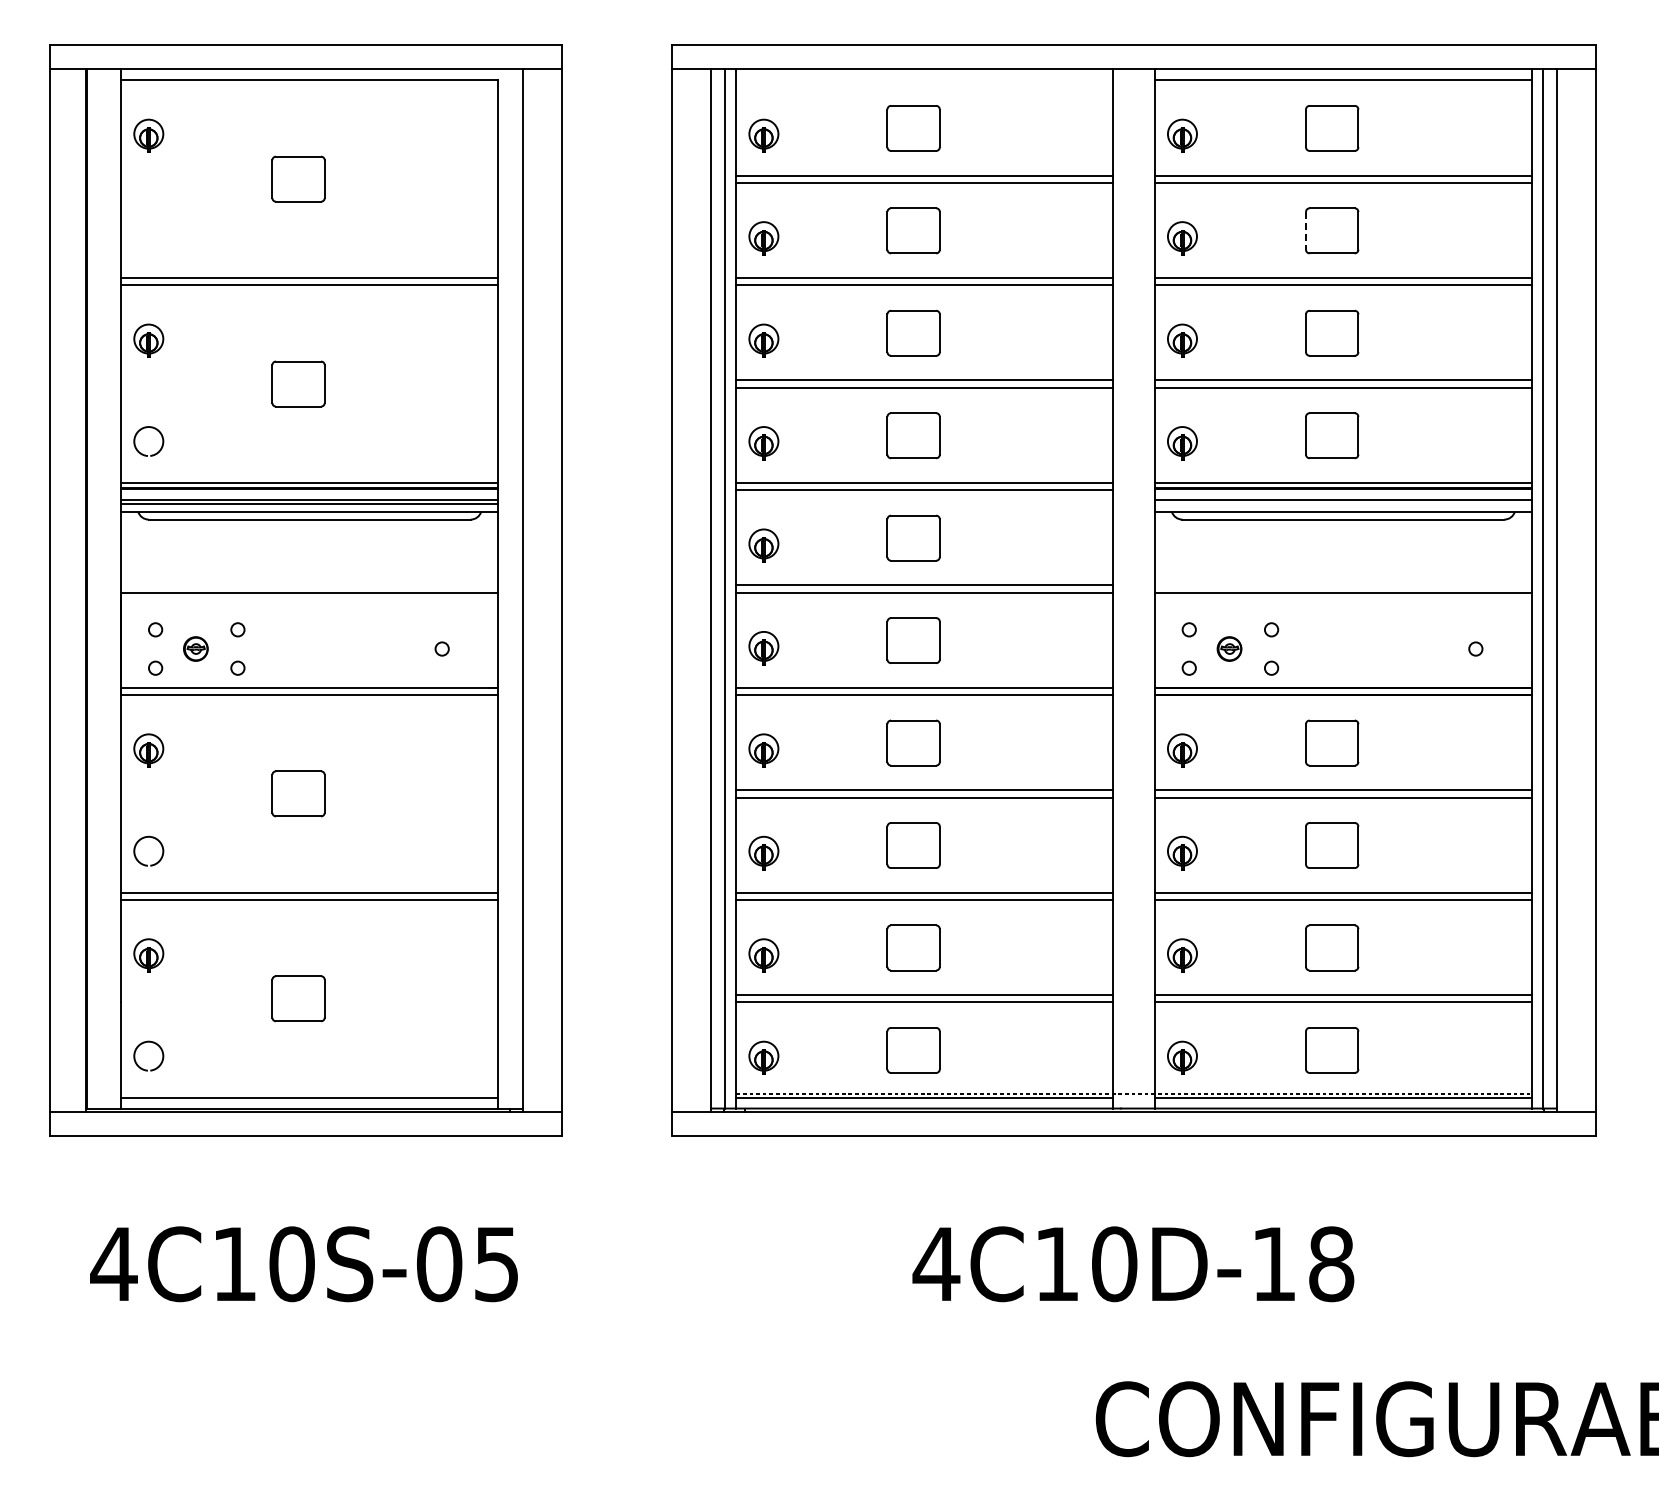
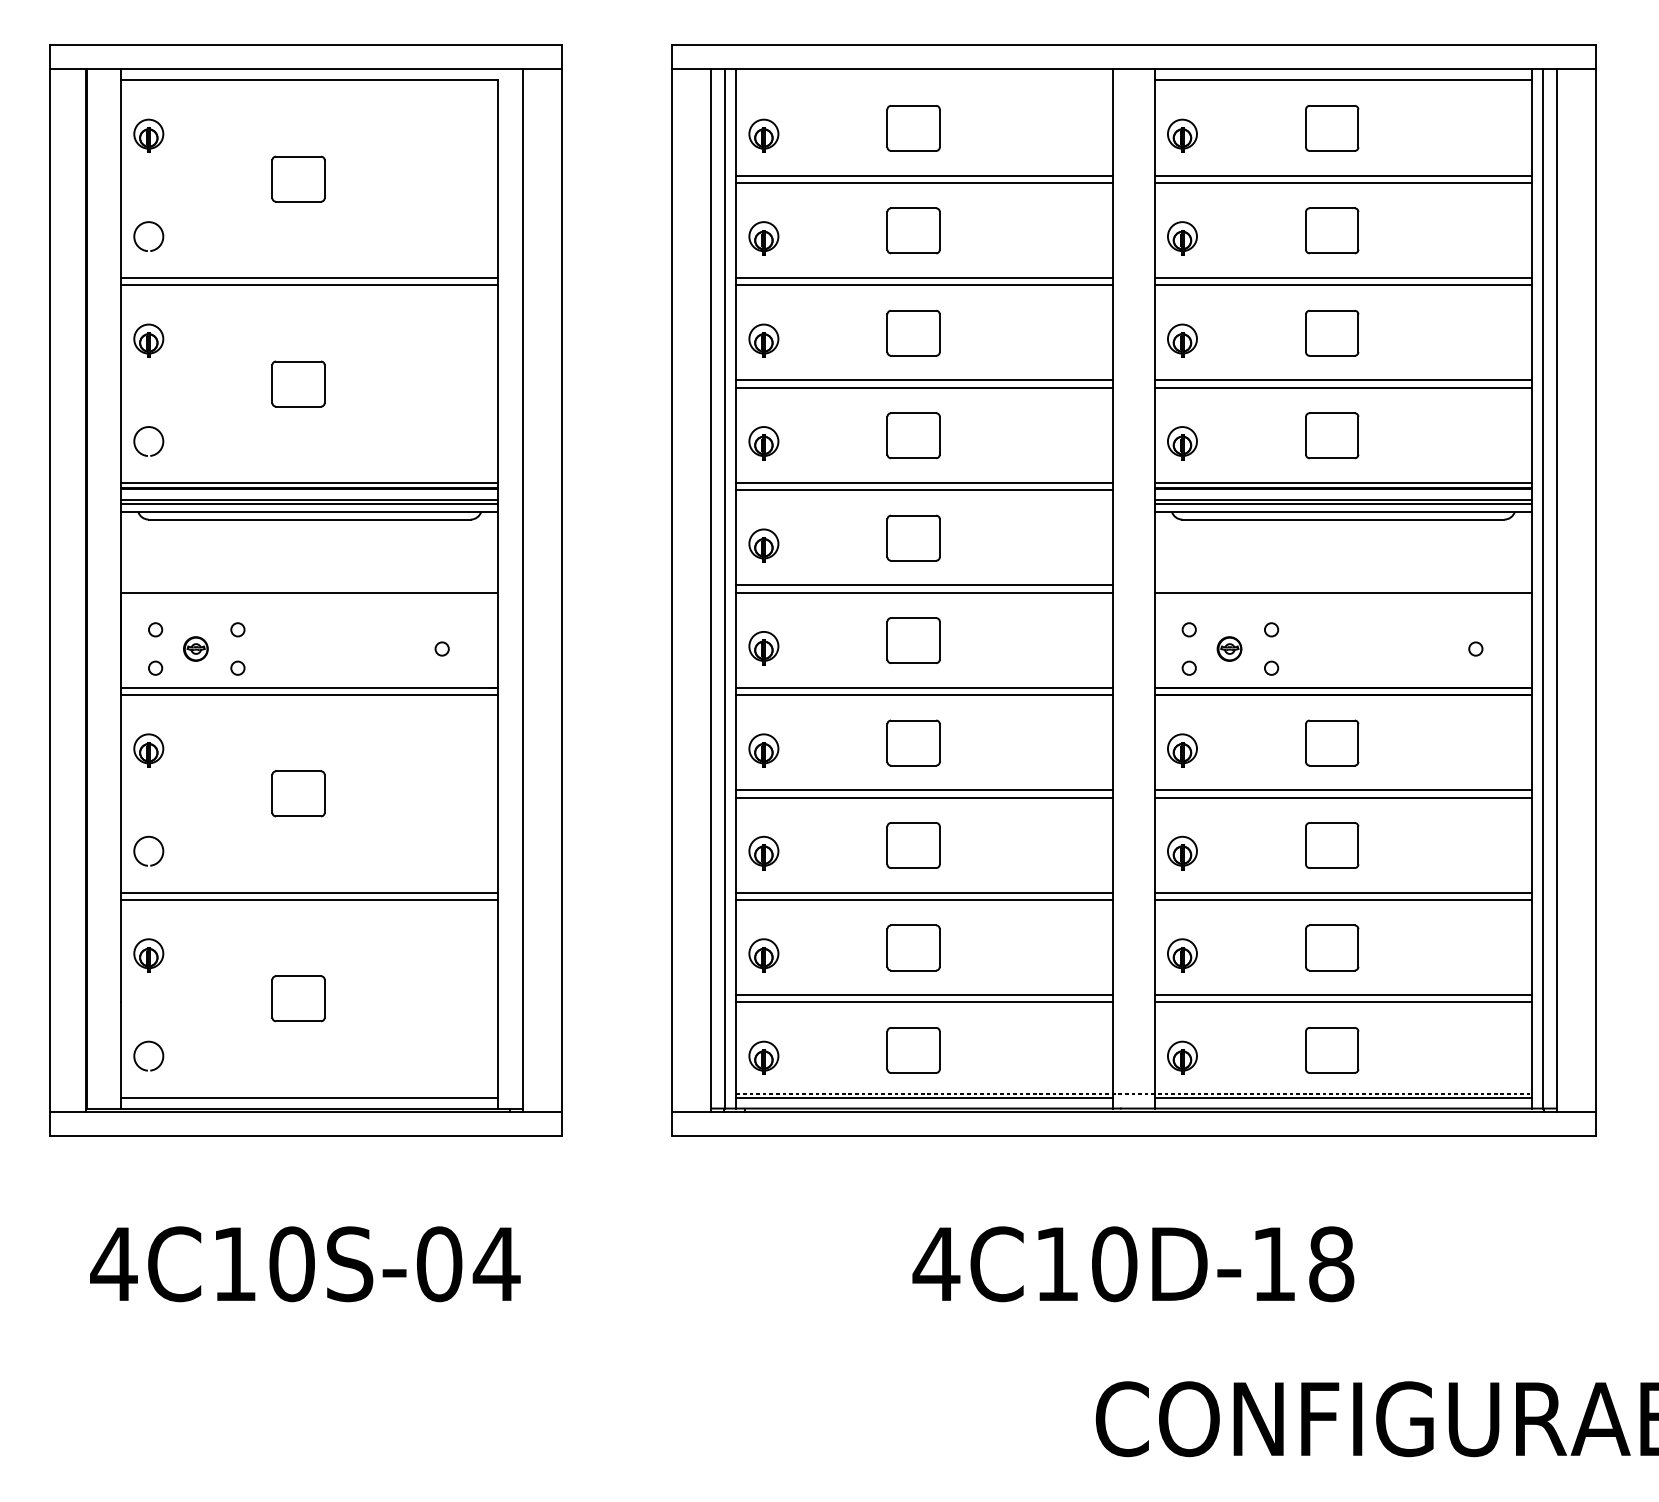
arc at (143, 224): none -> present
line at (1306, 230): dashed -> solid
line at (1342, 504): none -> present
text at (496, 1264): 4C10S-05 -> 4C10S-04
